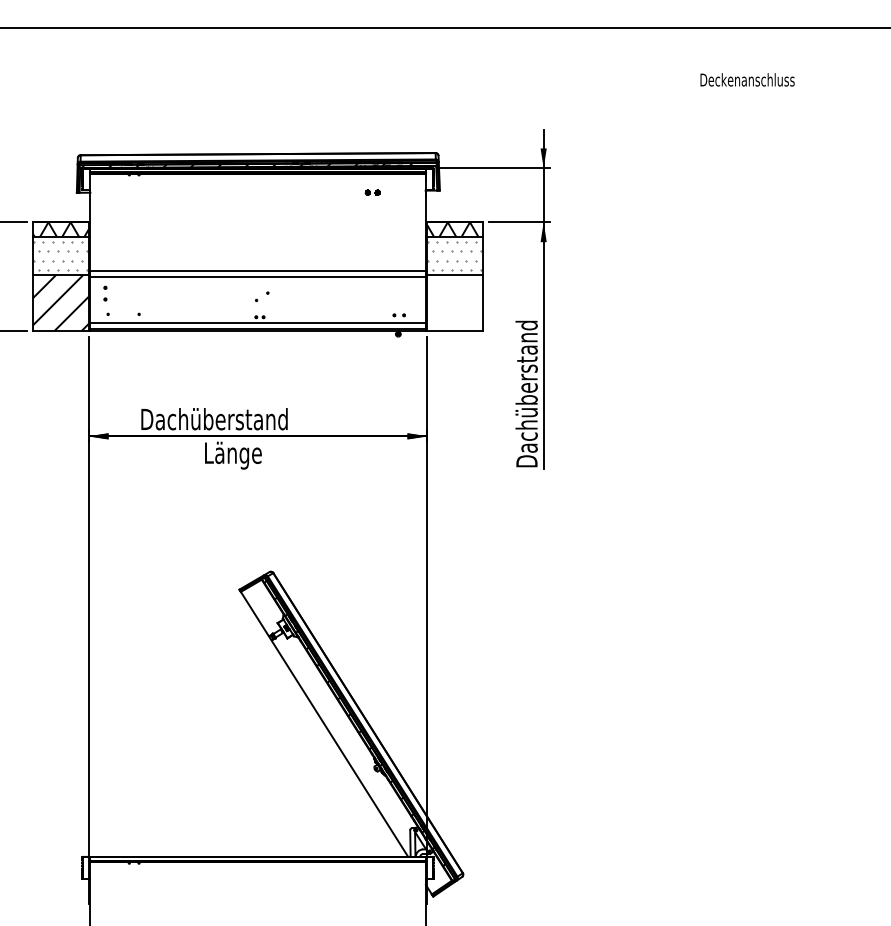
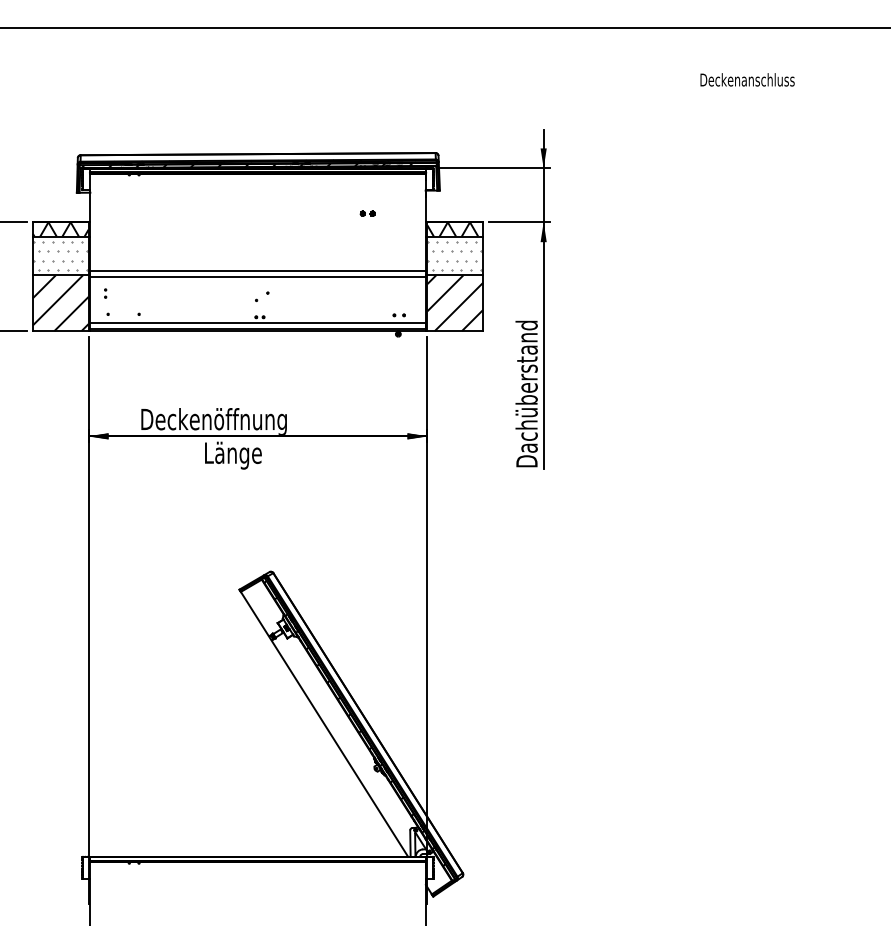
part at (372, 192) position: (372, 192) -> (367, 213)
part at (105, 293) size: 5x17 px -> 4x11 px
hatch at (455, 303): none -> present
text at (221, 421): Dachüberstand -> Deckenöffnung
